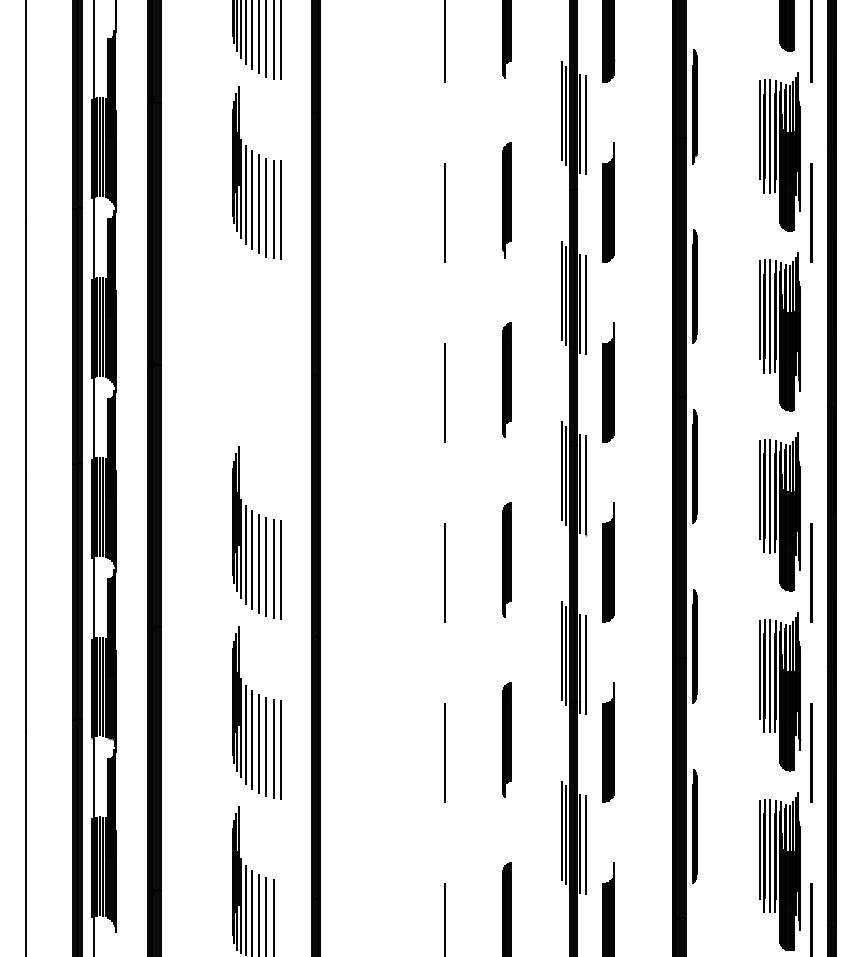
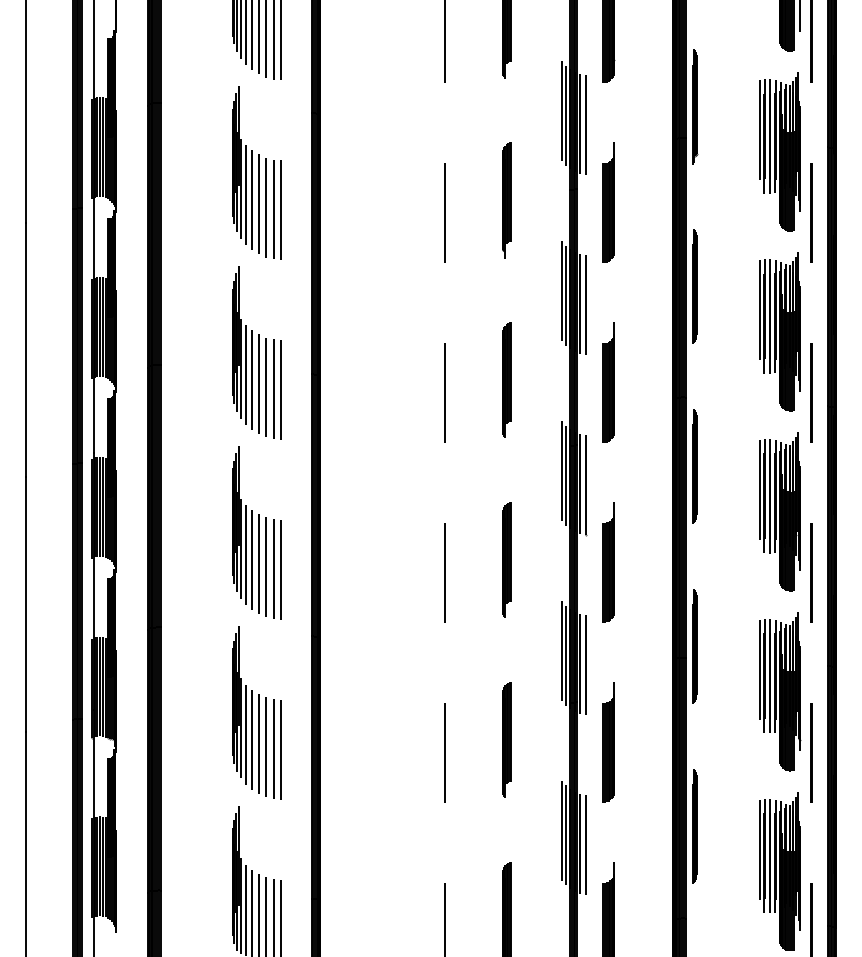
line at (800, 16): none -> present
part at (256, 352): none -> present
line at (811, 392): none -> present
line at (281, 916): none -> present
